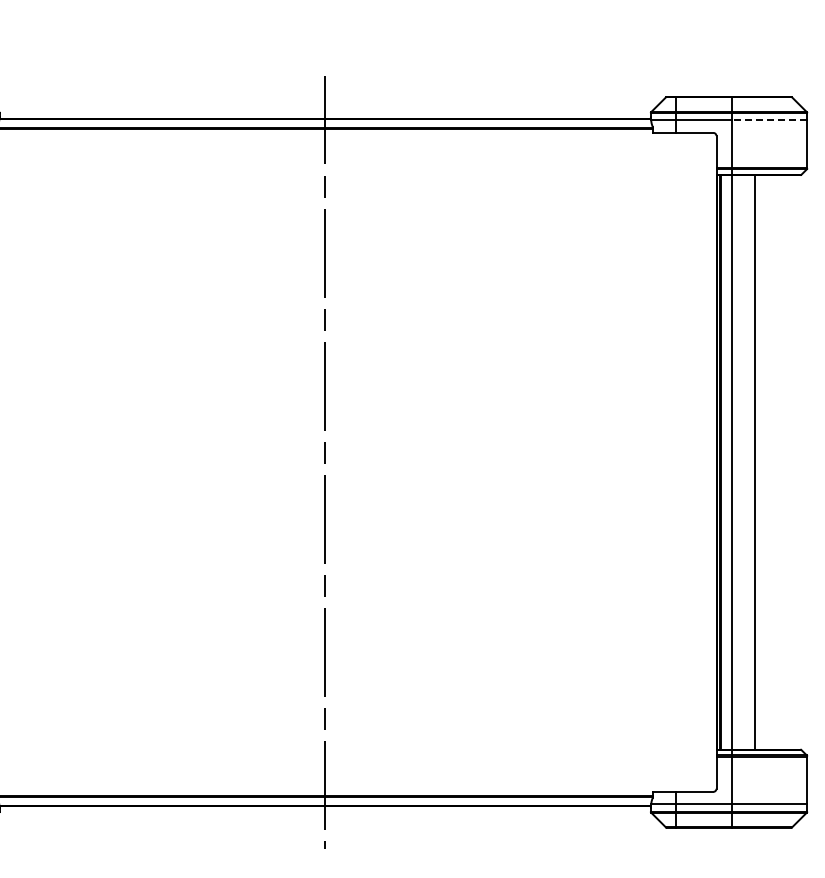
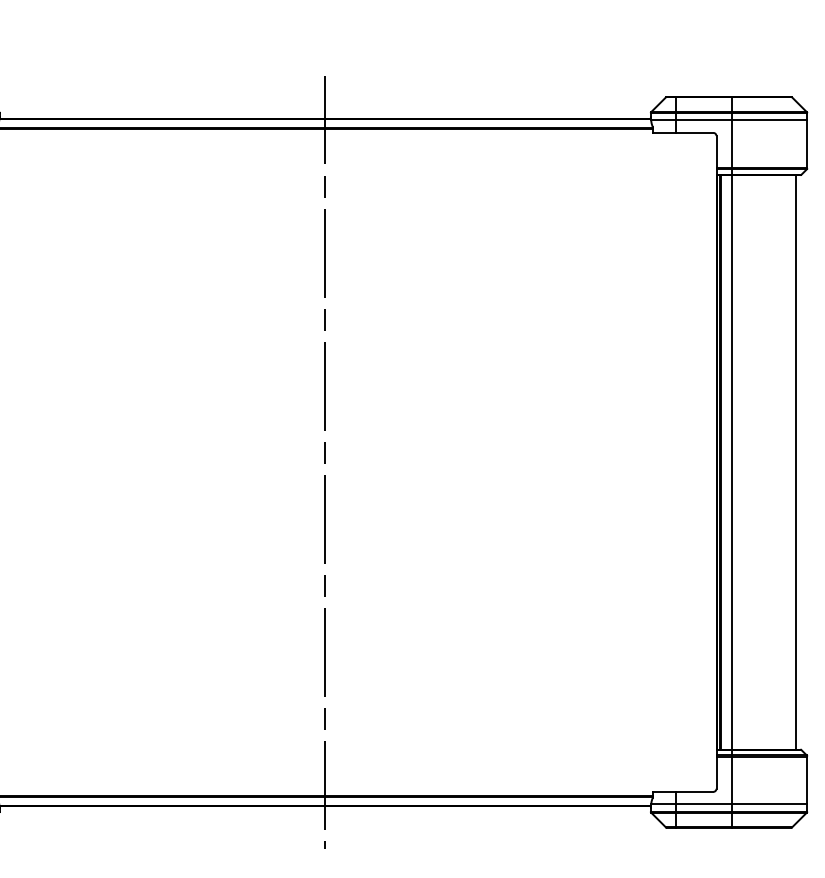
line at (769, 120): dashed -> solid
line at (755, 462) position: (755, 462) -> (796, 462)
